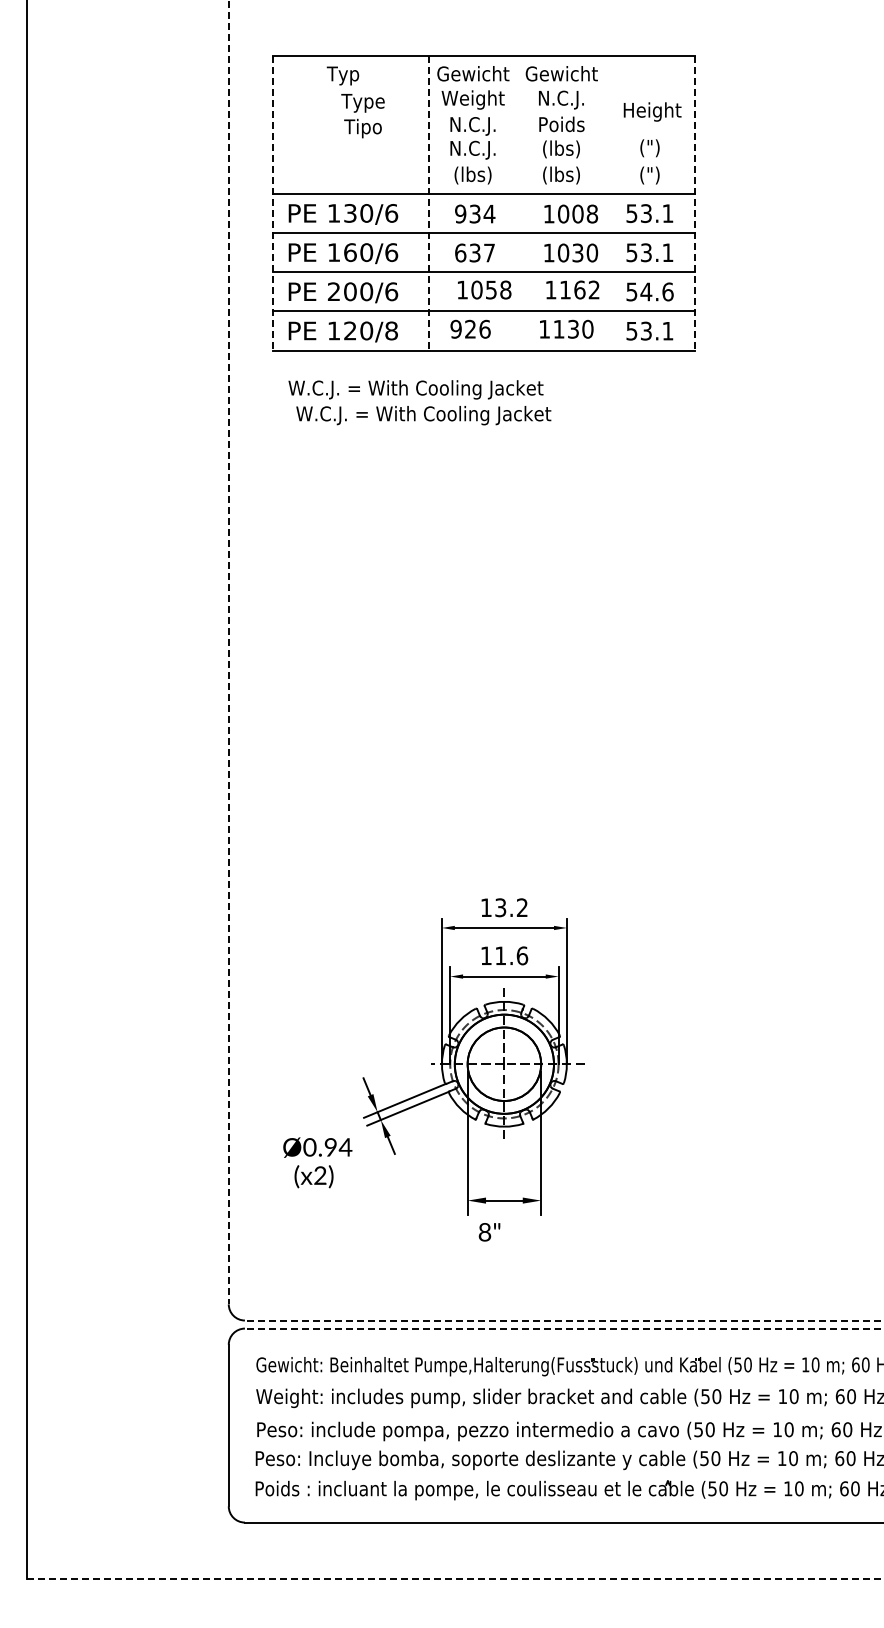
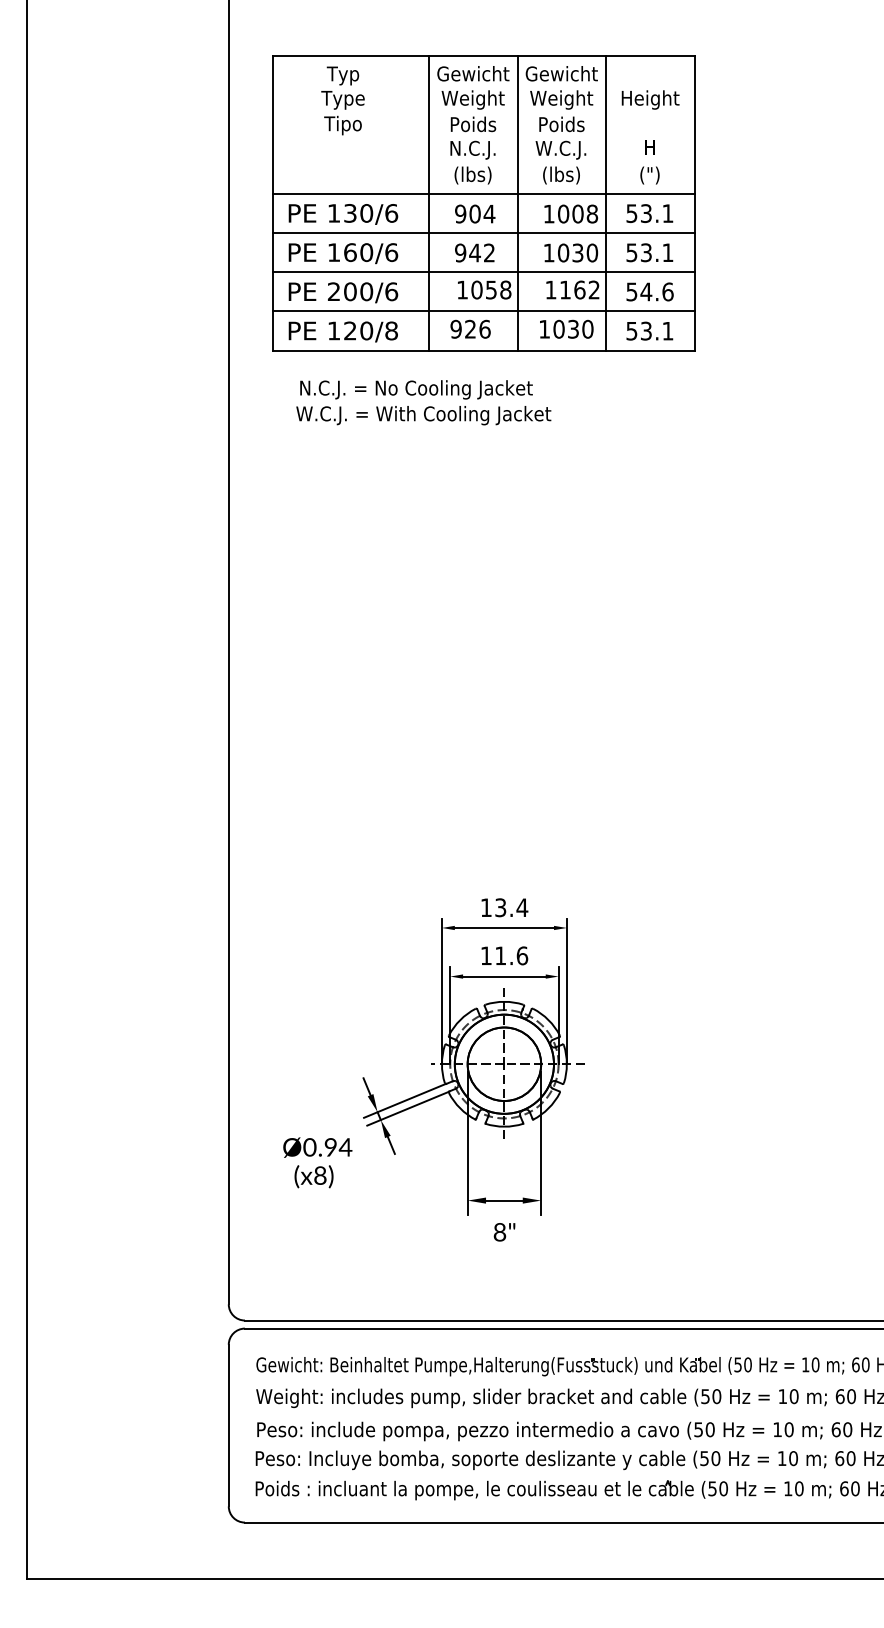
text at (561, 99): N.C.J. -> Weight
text at (652, 111) position: (652, 111) -> (650, 99)
text at (362, 116) position: (362, 116) -> (342, 113)
text at (473, 125): N.C.J. -> Poids
text at (649, 148): (") -> H
text at (560, 149): (lbs) -> W.C.J.
line at (517, 203): none -> present
line at (606, 203): none -> present
line at (273, 204): dashed -> solid
line at (429, 204): dashed -> solid
line at (694, 204): dashed -> solid
text at (474, 213): 934 -> 904
text at (474, 252): 637 -> 942
text at (558, 328): 1130 -> 1030
text at (415, 389): W.C.J. = With Cooling Jacket -> N.C.J. = No Cooling Jacket
line at (228, 652): dashed -> solid
text at (522, 907): 13.2 -> 13.4
text at (320, 1176): (x2) -> (x8)
text at (489, 1232) position: (489, 1232) -> (504, 1232)
line at (563, 1320): dashed -> solid
line at (563, 1328): dashed -> solid
line at (455, 1579): dashed -> solid
